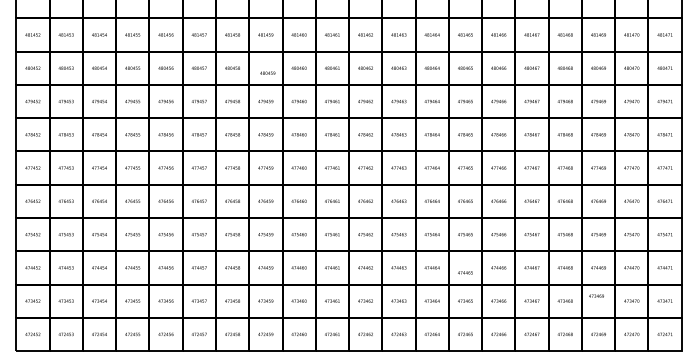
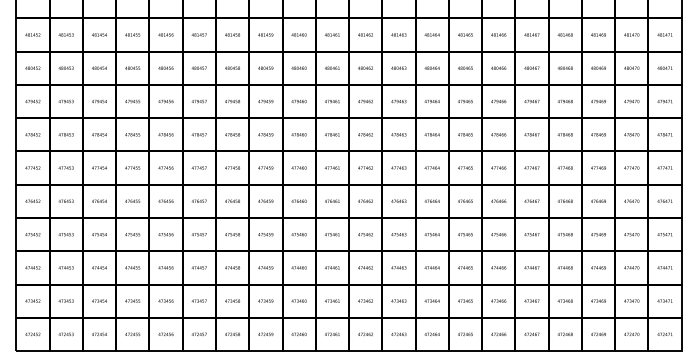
text at (267, 72) position: (267, 72) -> (265, 67)
text at (465, 272) position: (465, 272) -> (465, 267)
text at (596, 295) position: (596, 295) -> (598, 300)
